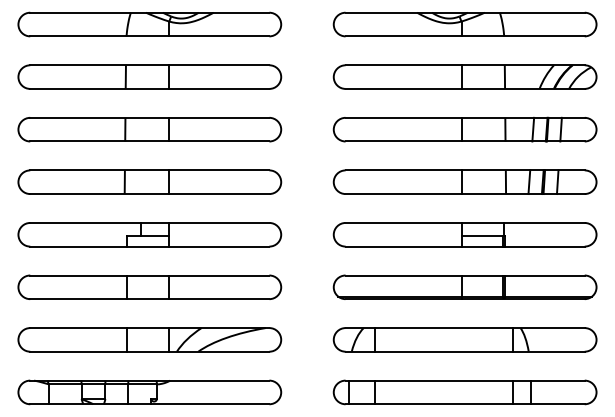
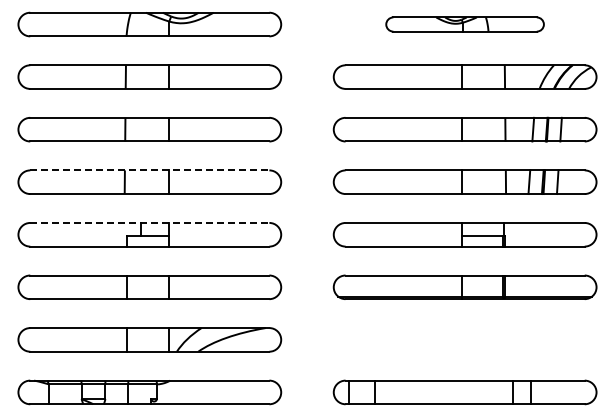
part at (464, 24) size: 266x27 px -> 160x17 px
line at (149, 170): solid -> dashed
line at (149, 222): solid -> dashed
part at (464, 339): present -> none
